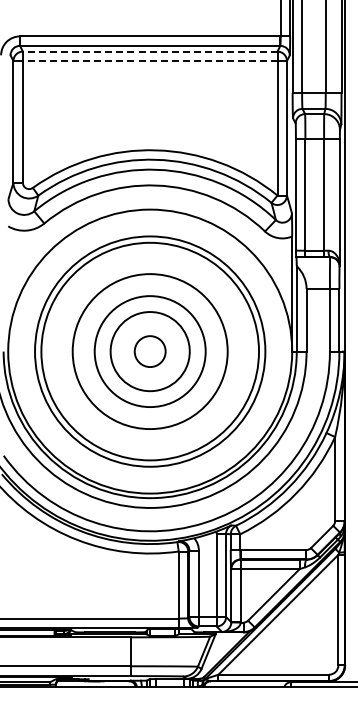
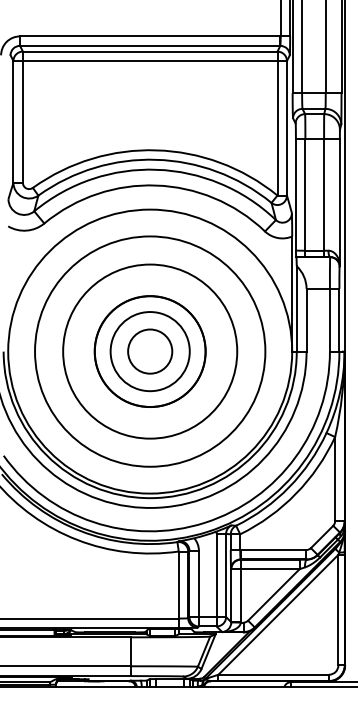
line at (149, 51): dashed -> solid
line at (149, 61): dashed -> solid
circle at (149, 351) diameter: 155 px -> 111 px
circle at (149, 351) diameter: 31 px -> 44 px
circle at (150, 351) diameter: 218 px -> 174 px
